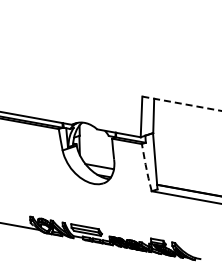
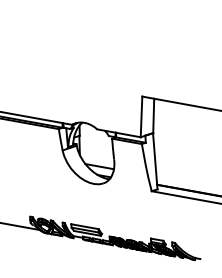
line at (181, 103): dashed -> solid
line at (146, 168): dashed -> solid
